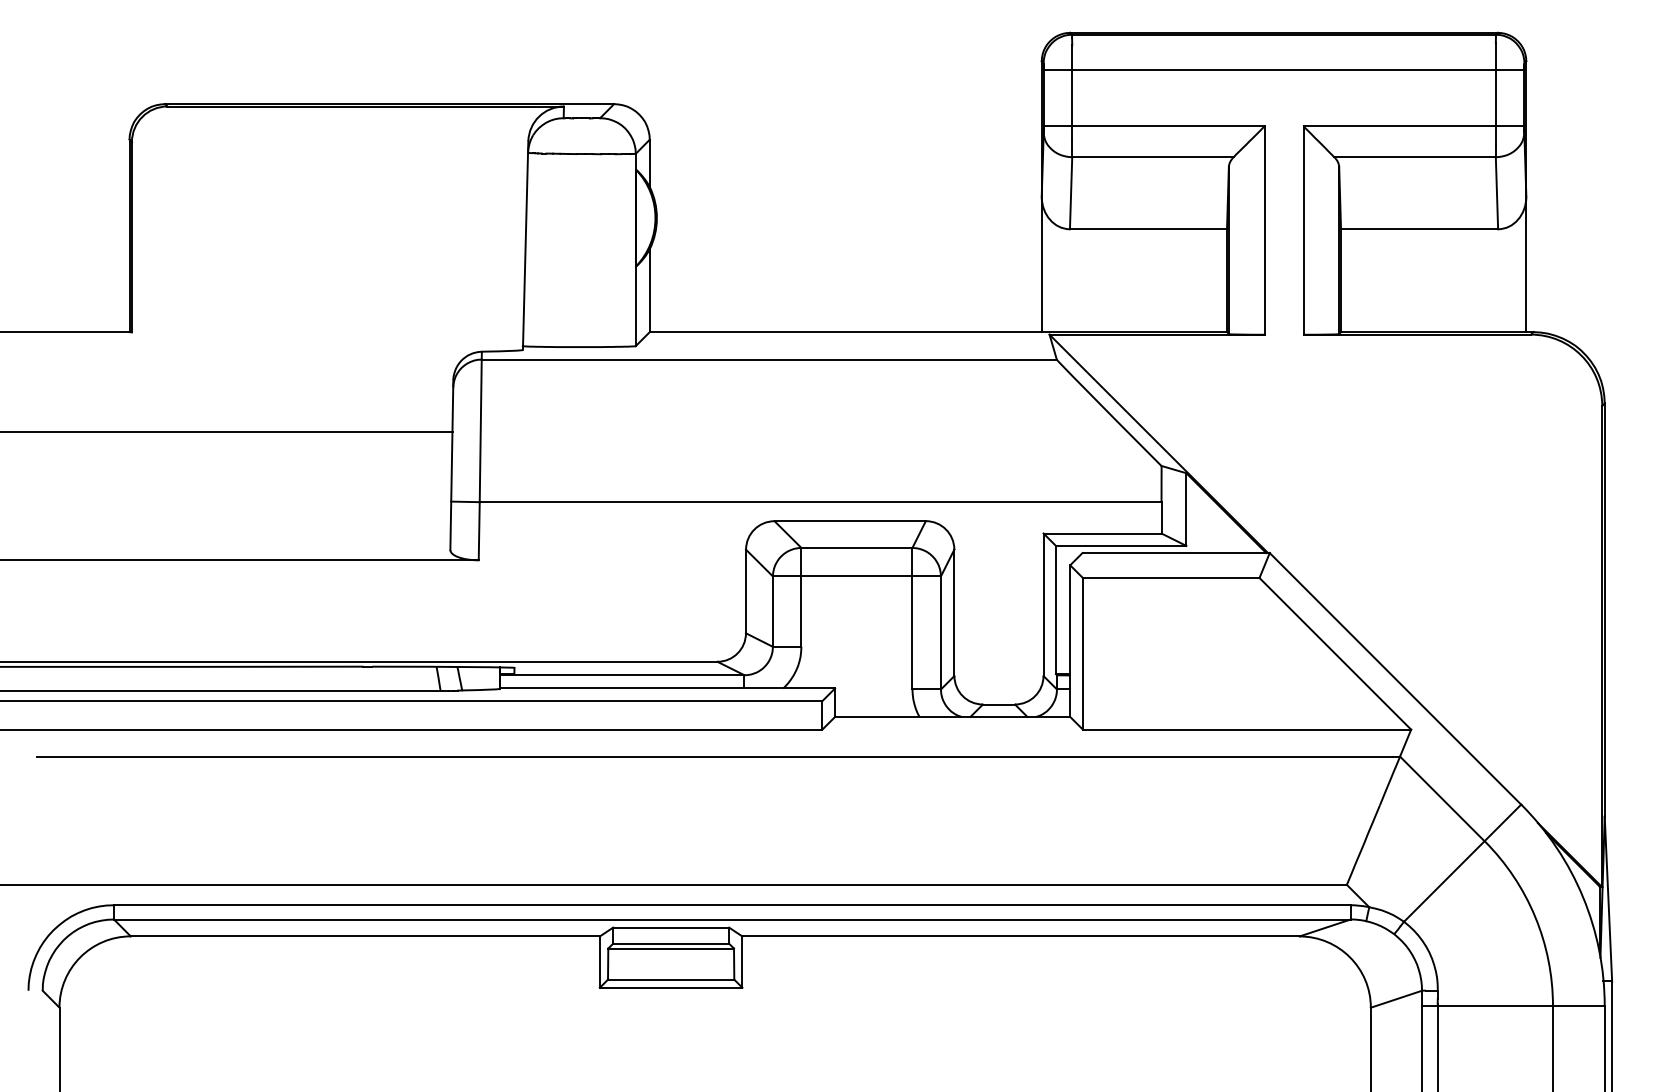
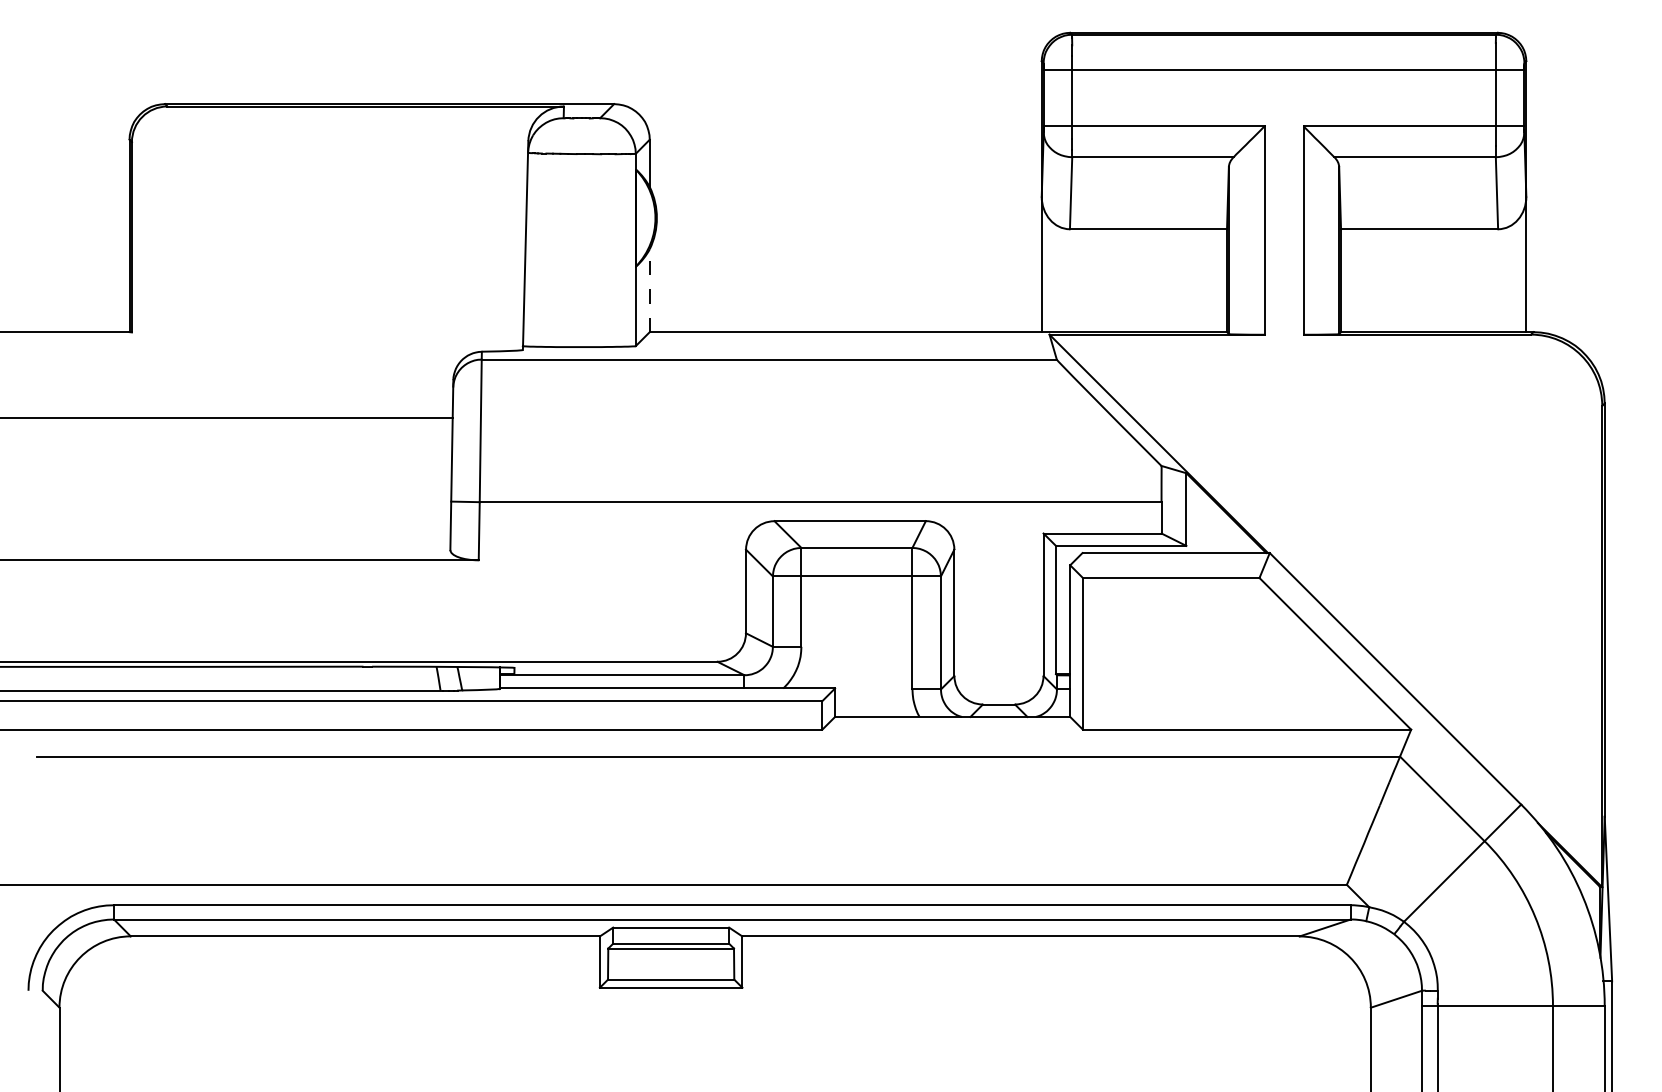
line at (649, 290): solid -> dashed
line at (227, 431) position: (227, 431) -> (227, 417)
